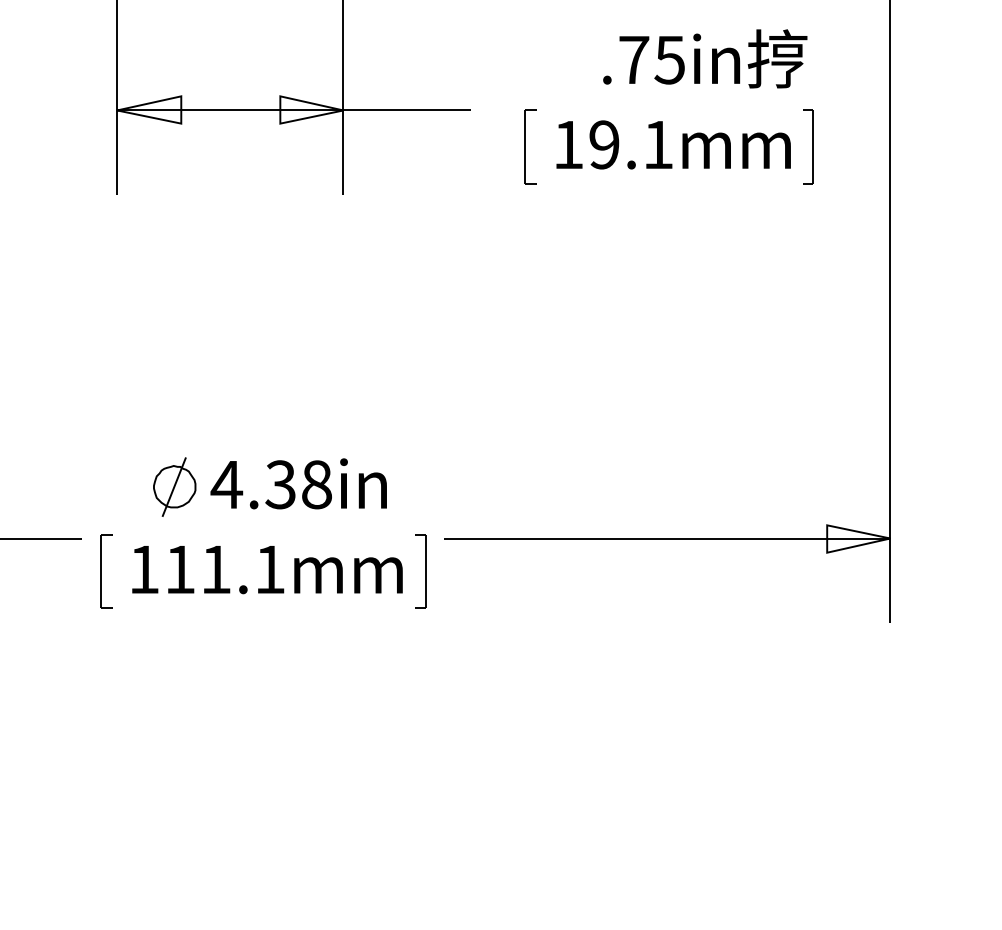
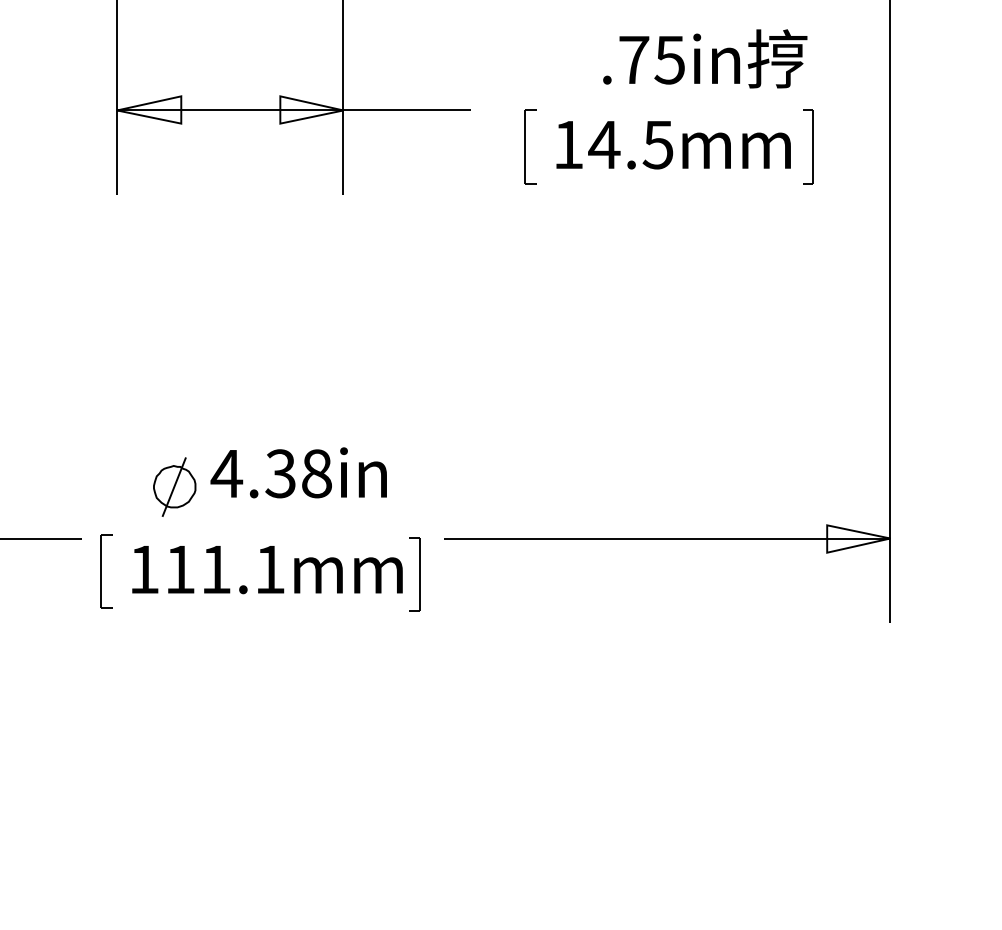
text at (630, 144): 19.1mm -> 14.5mm
text at (298, 483) position: (298, 483) -> (298, 472)
part at (420, 571) position: (420, 571) -> (414, 574)
